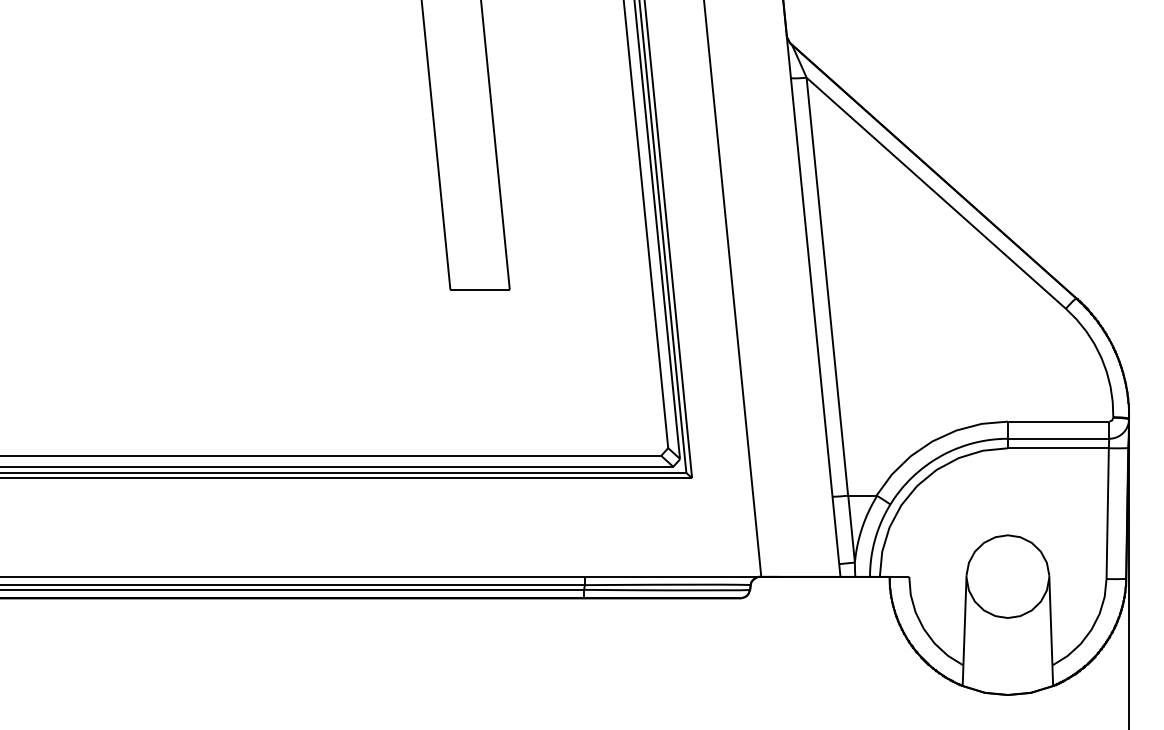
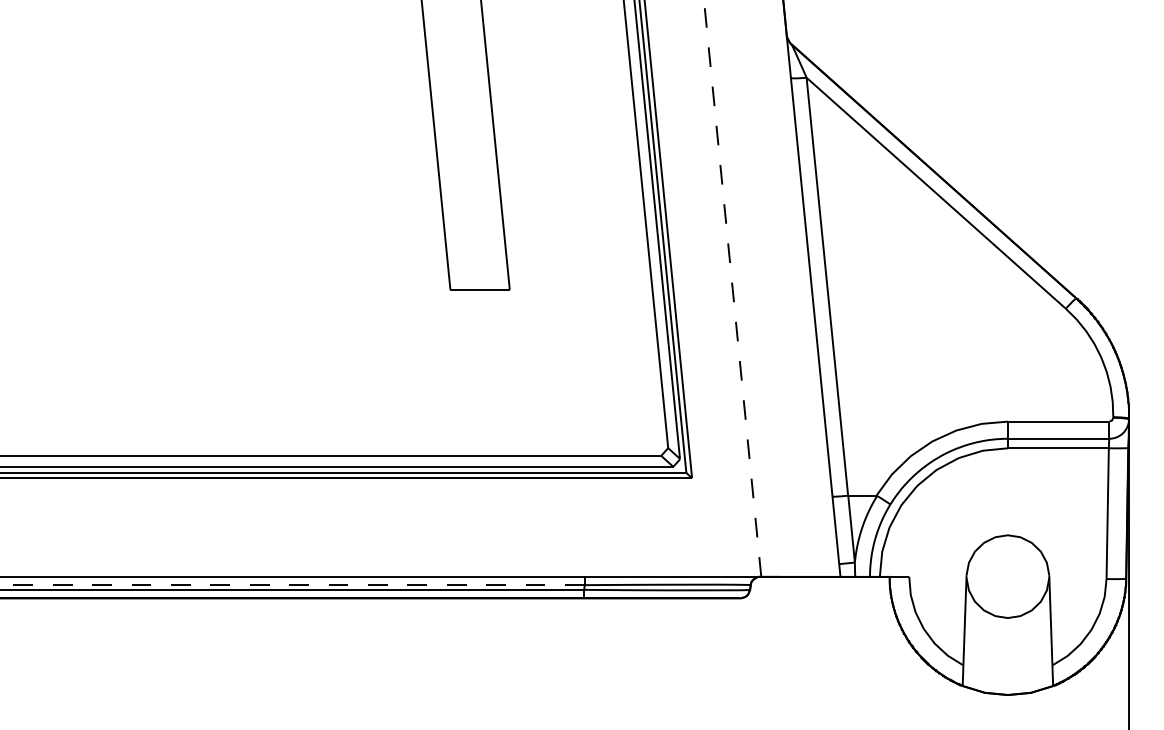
line at (732, 288): solid -> dashed
line at (292, 585): solid -> dashed
